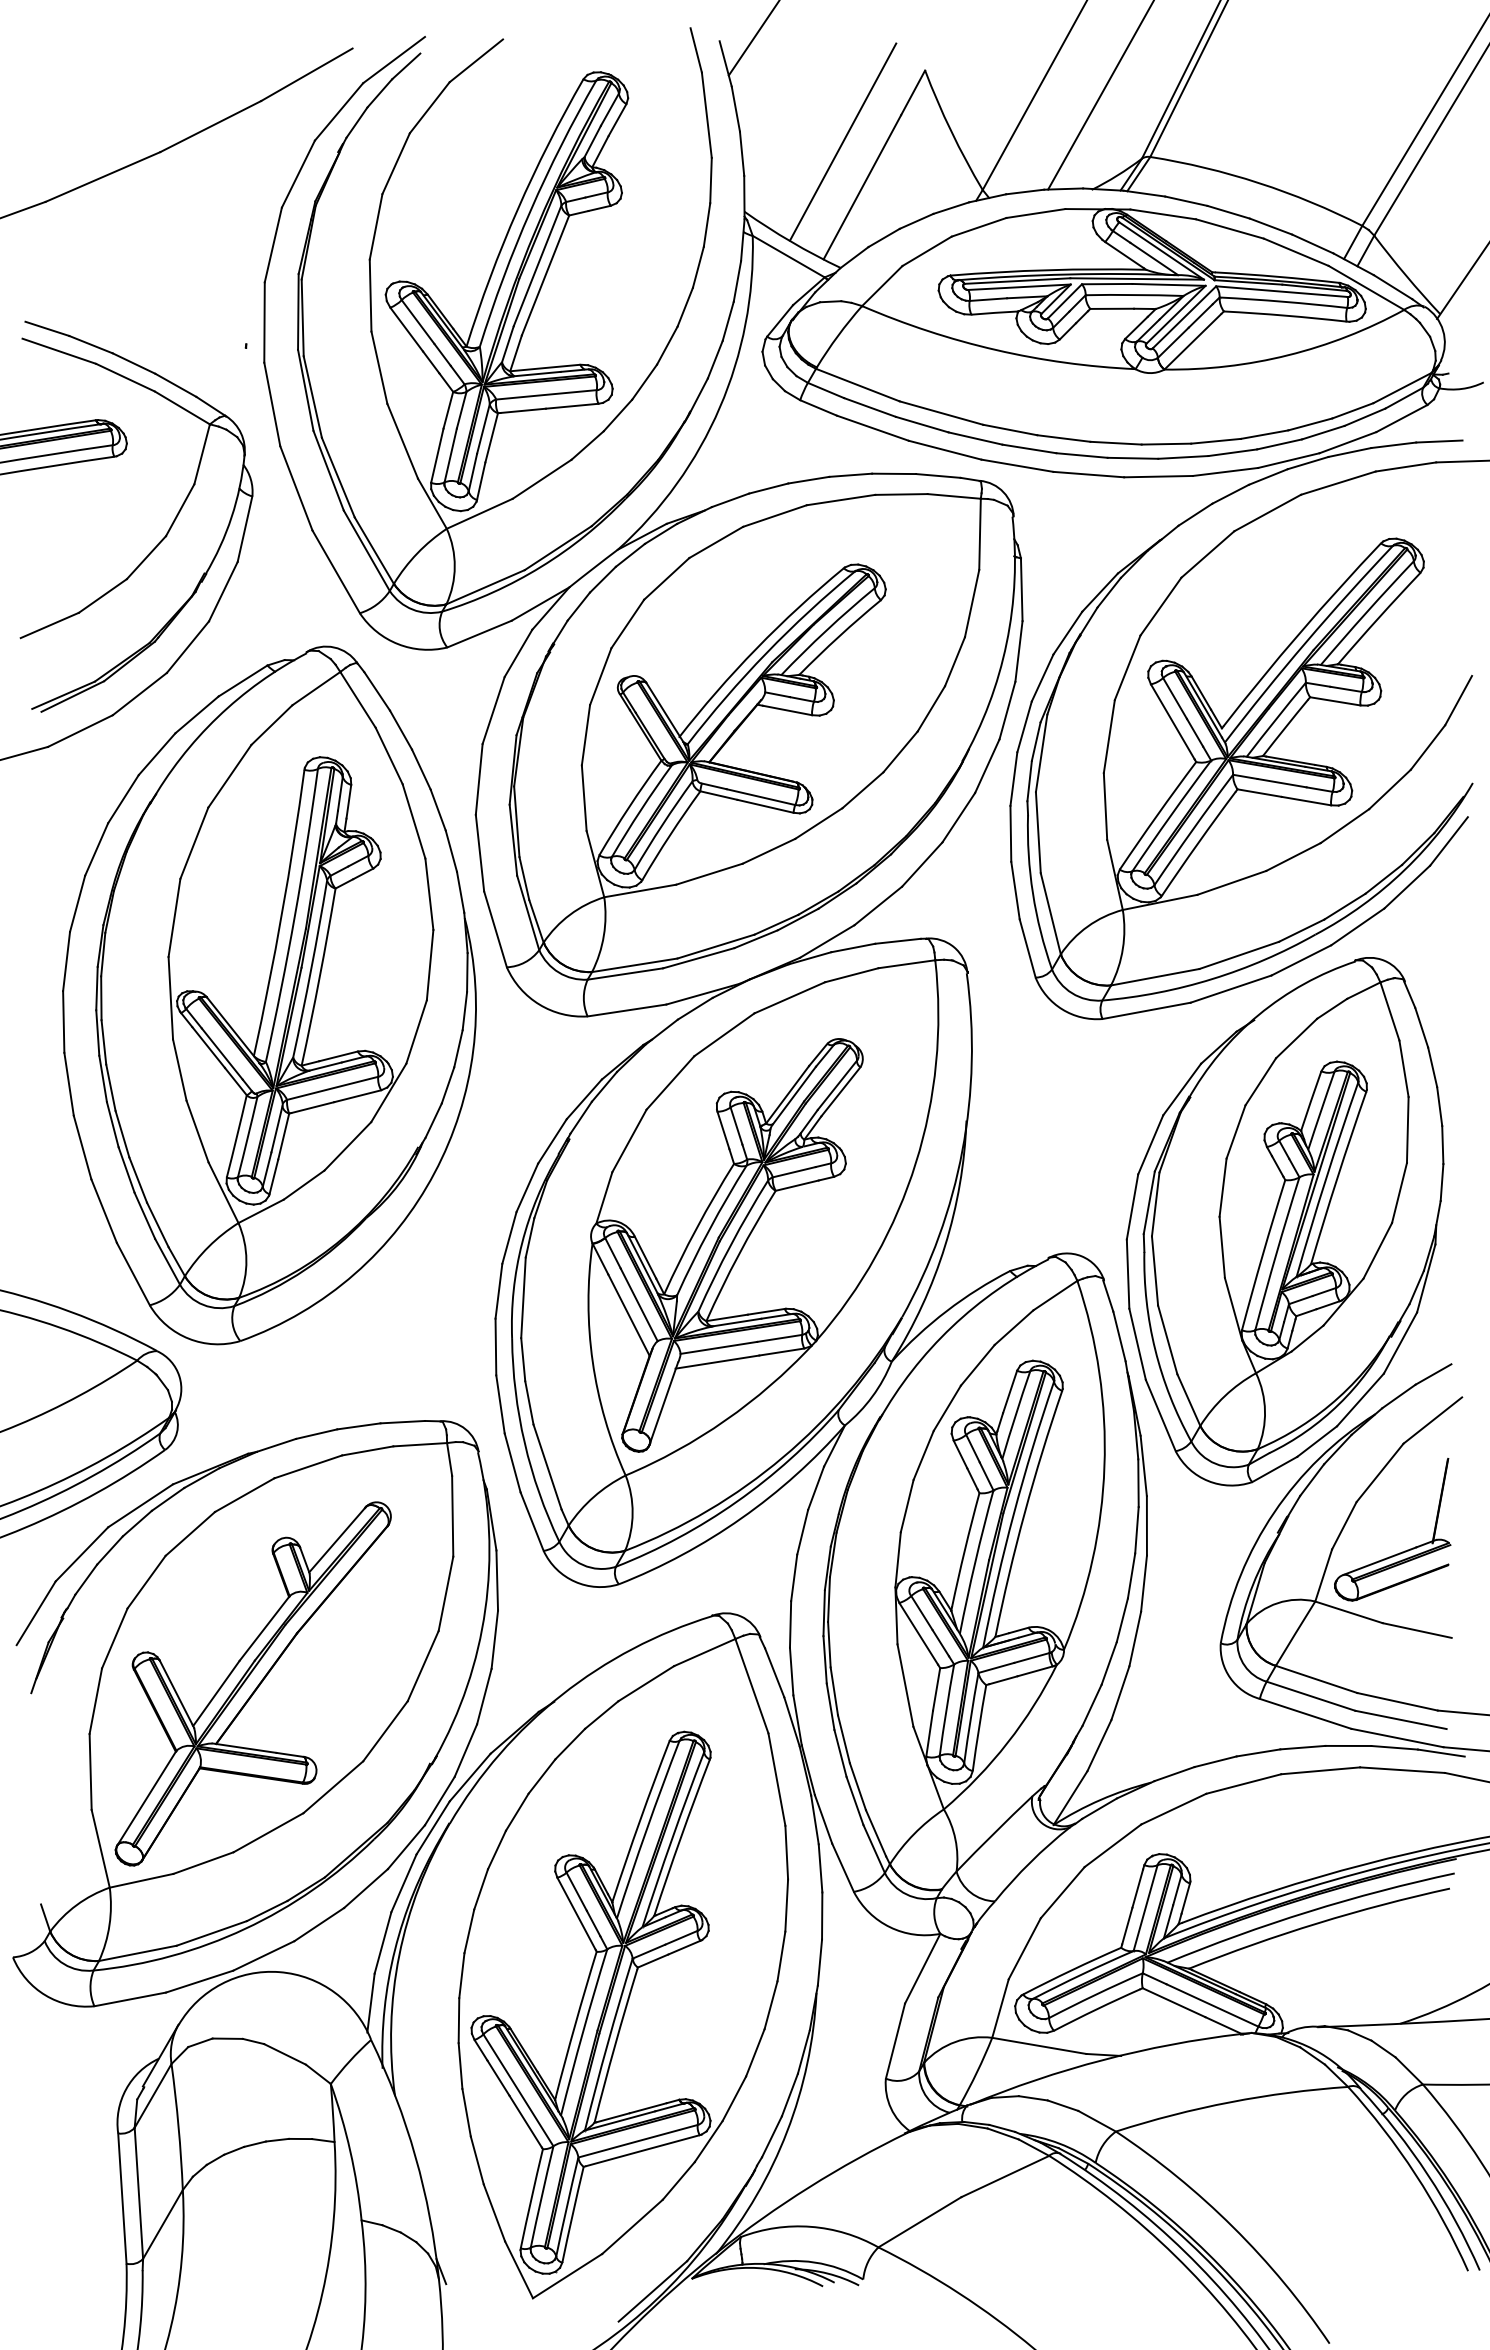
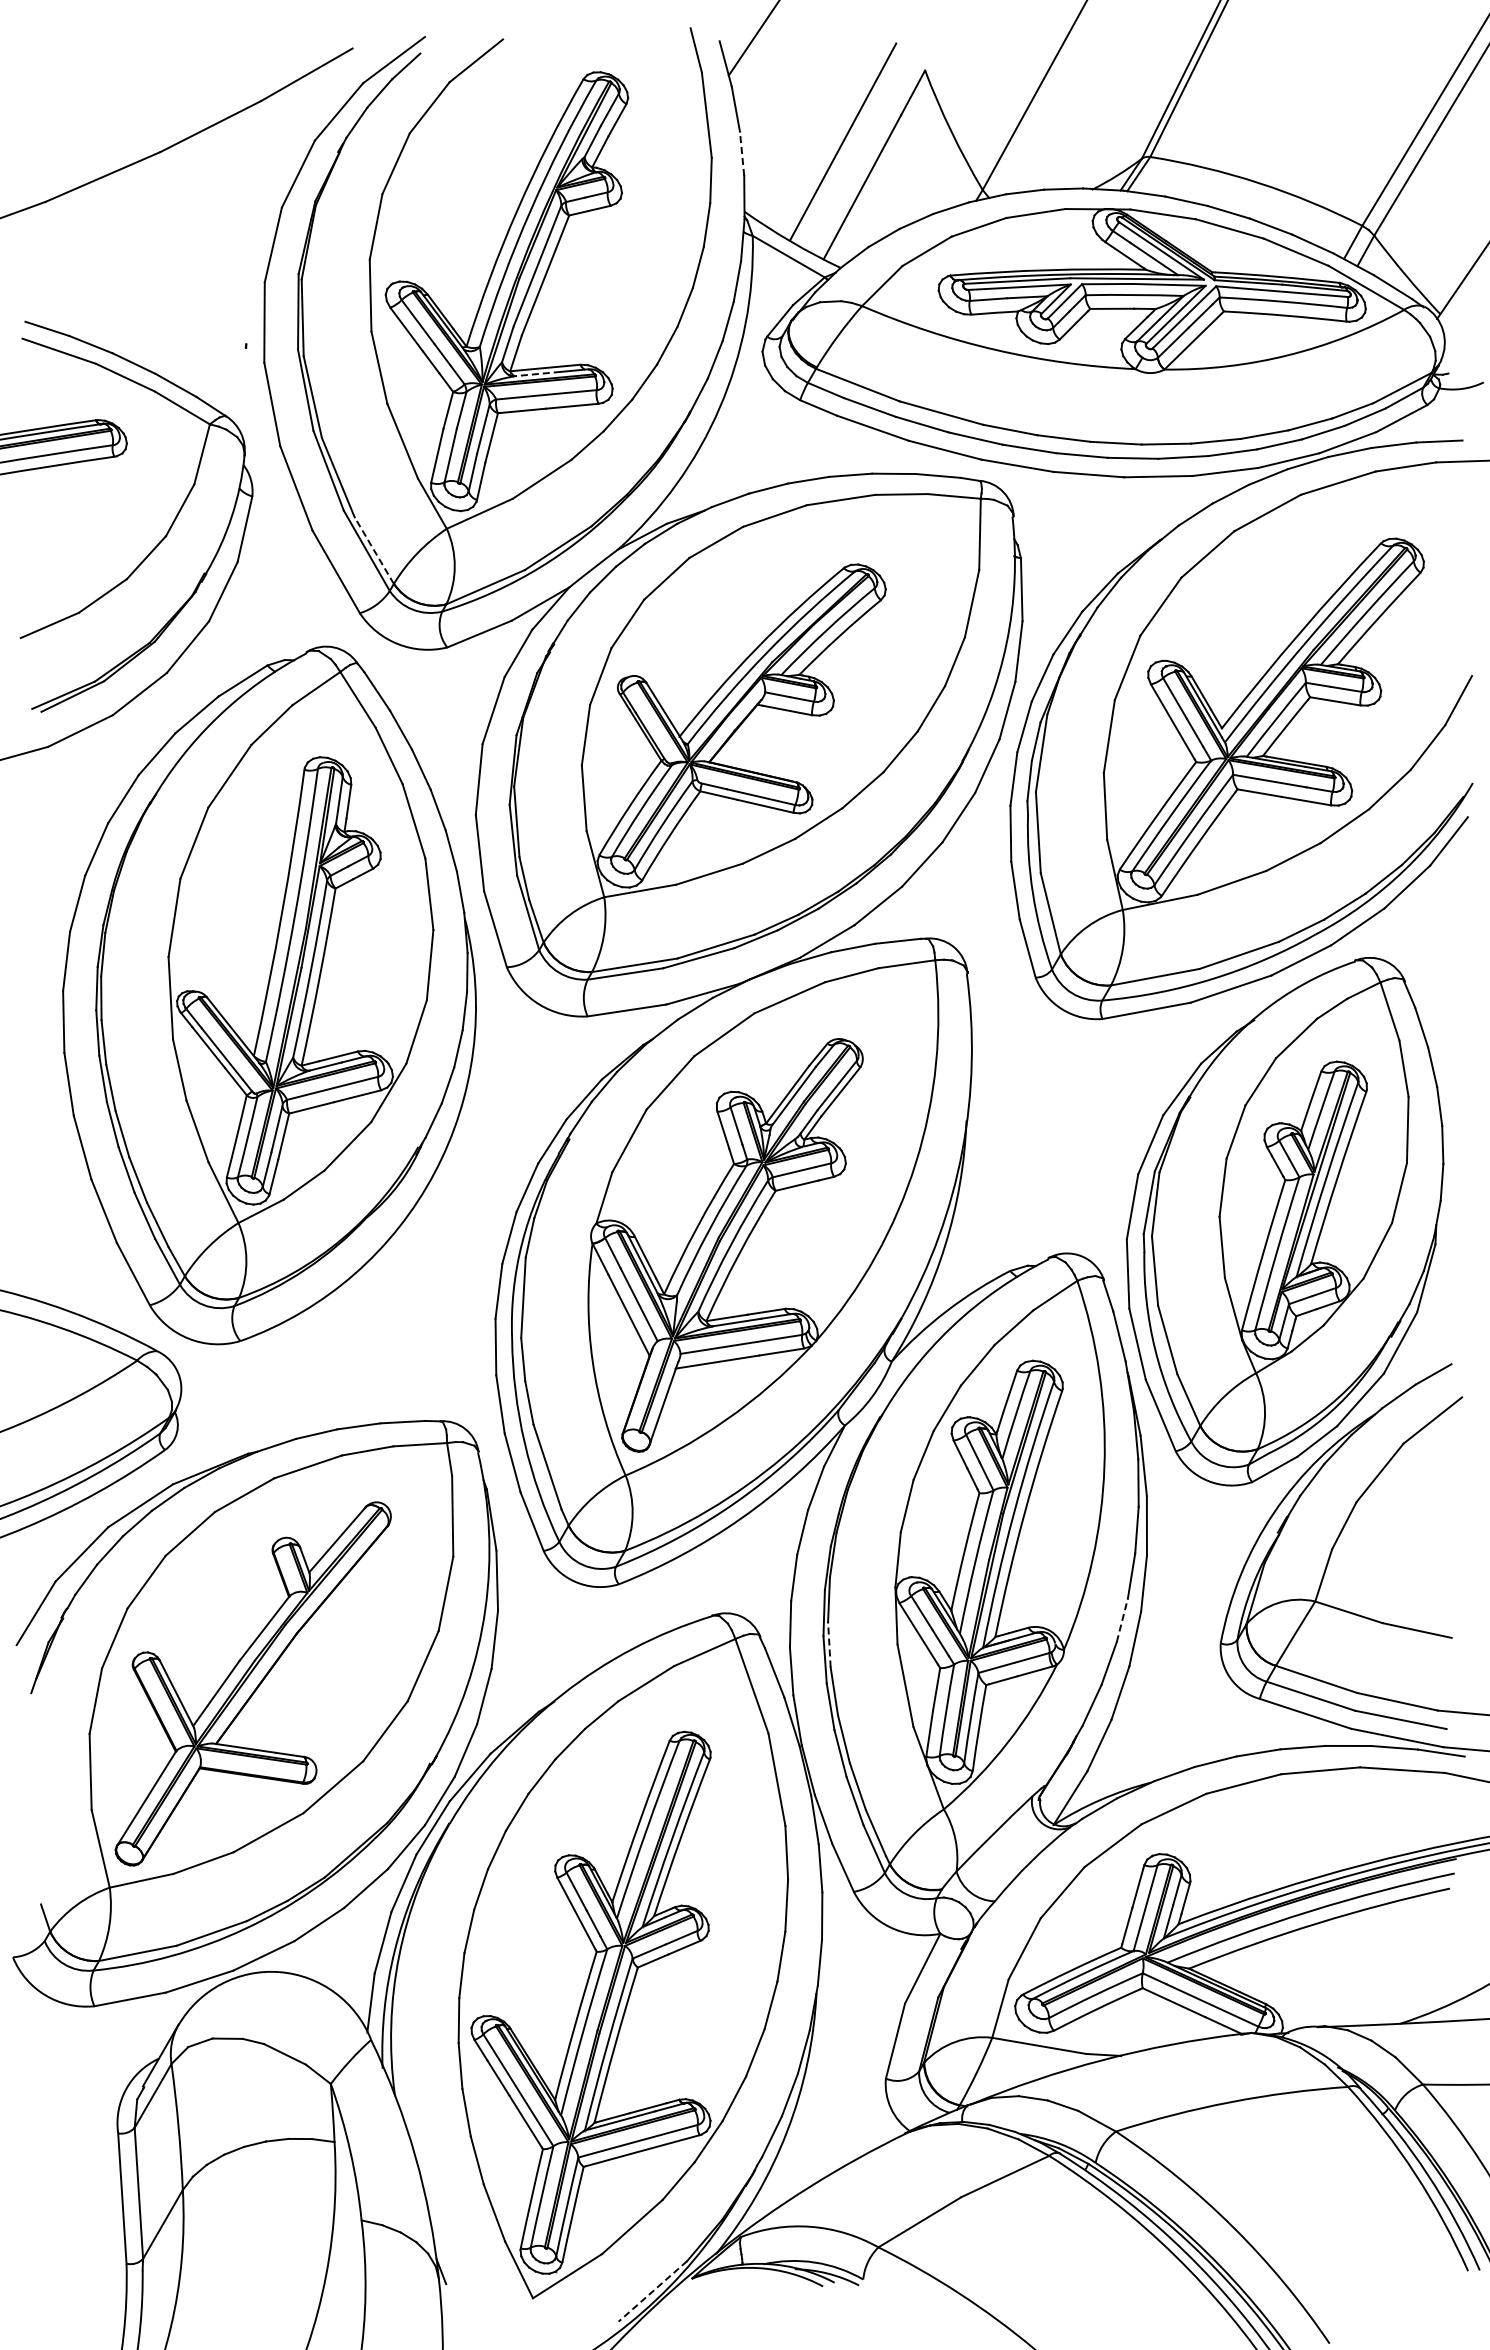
line at (1100, 95): present -> none
line at (742, 153): solid -> dashed
line at (536, 374): solid -> dashed
line at (374, 550): solid -> dashed
part at (1399, 1552): present -> none
line at (1122, 1620): solid -> dashed
line at (829, 1644): solid -> dashed
line at (652, 2291): solid -> dashed
